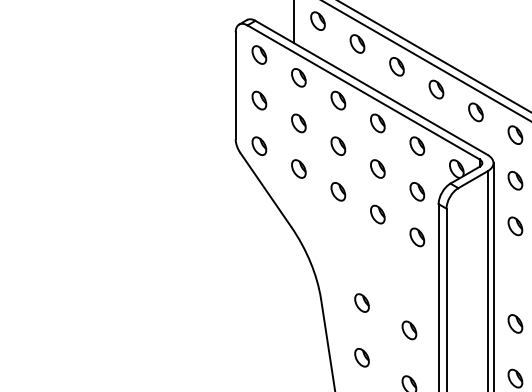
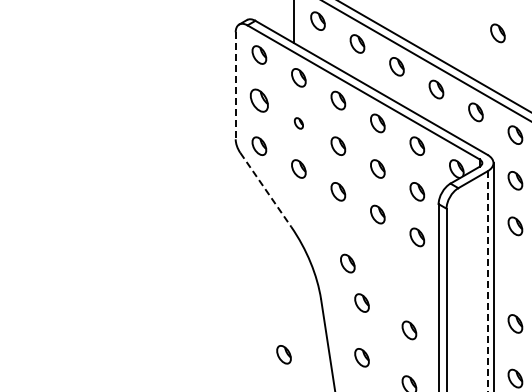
part at (497, 33): none -> present
line at (235, 85): solid -> dashed
part at (259, 100) size: 17x21 px -> 19x25 px
part at (298, 123) size: 16x21 px -> 10x13 px
line at (265, 189): solid -> dashed
part at (347, 263): none -> present
line at (487, 281): solid -> dashed
part at (283, 354): none -> present
